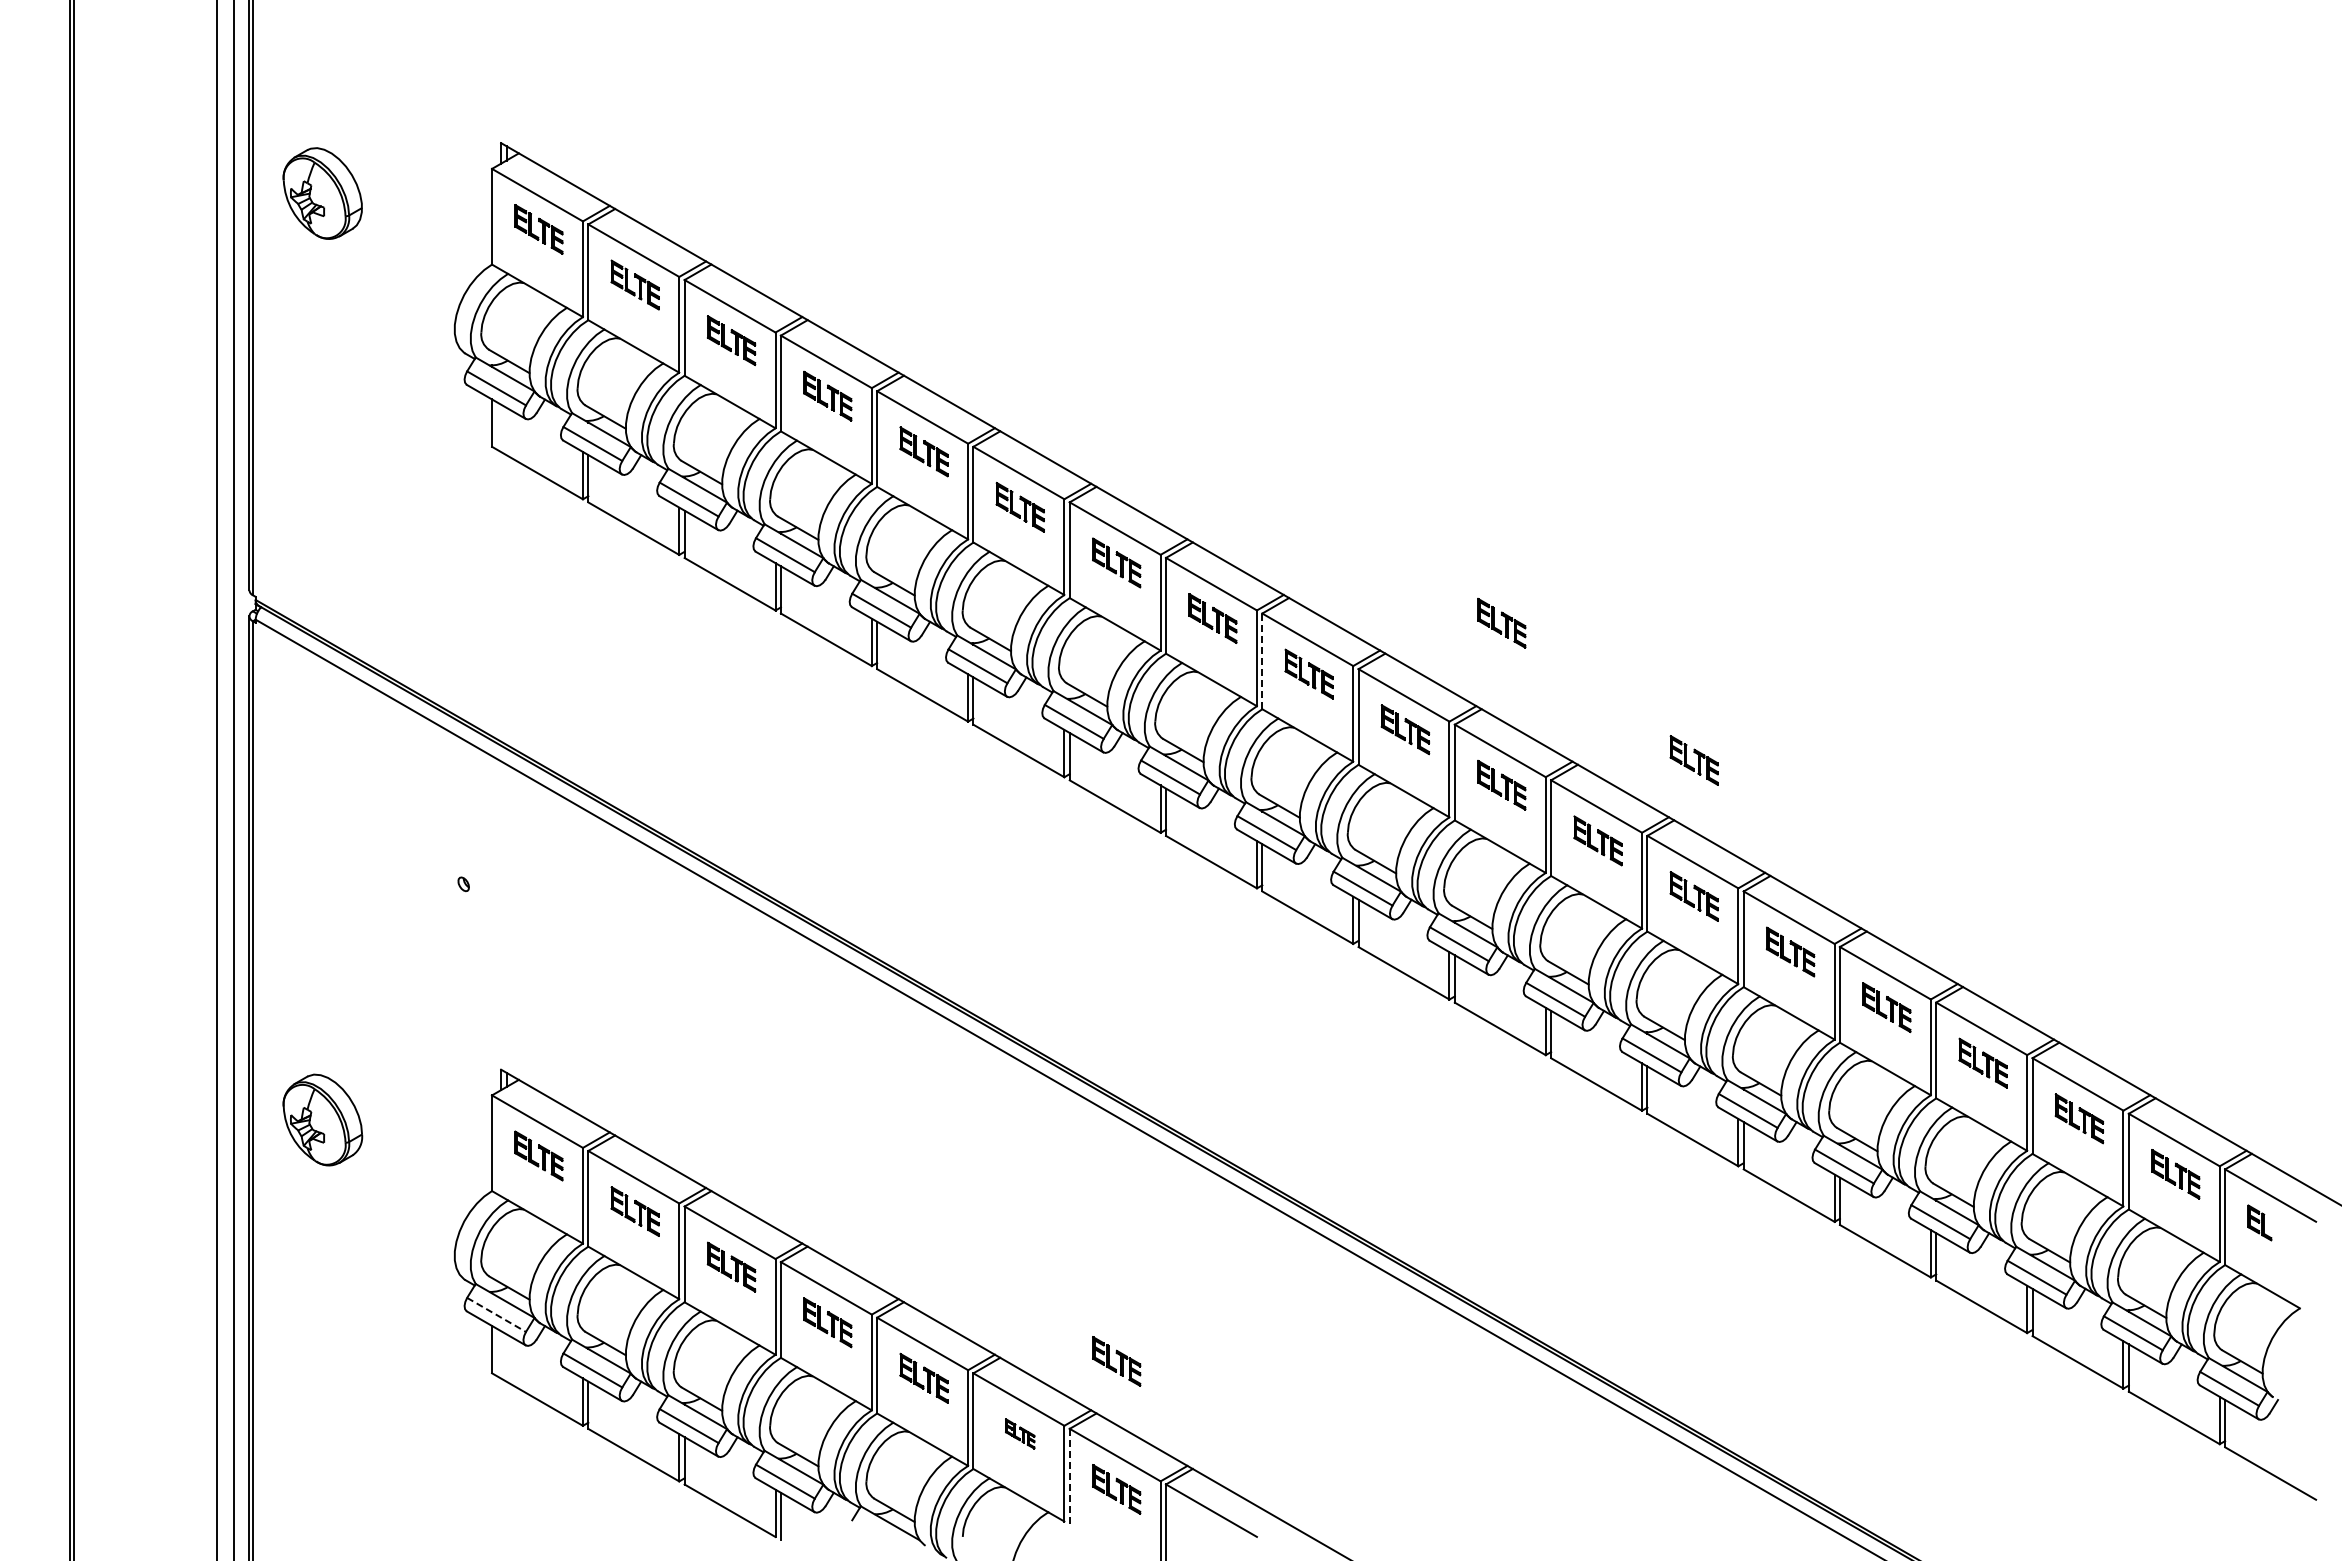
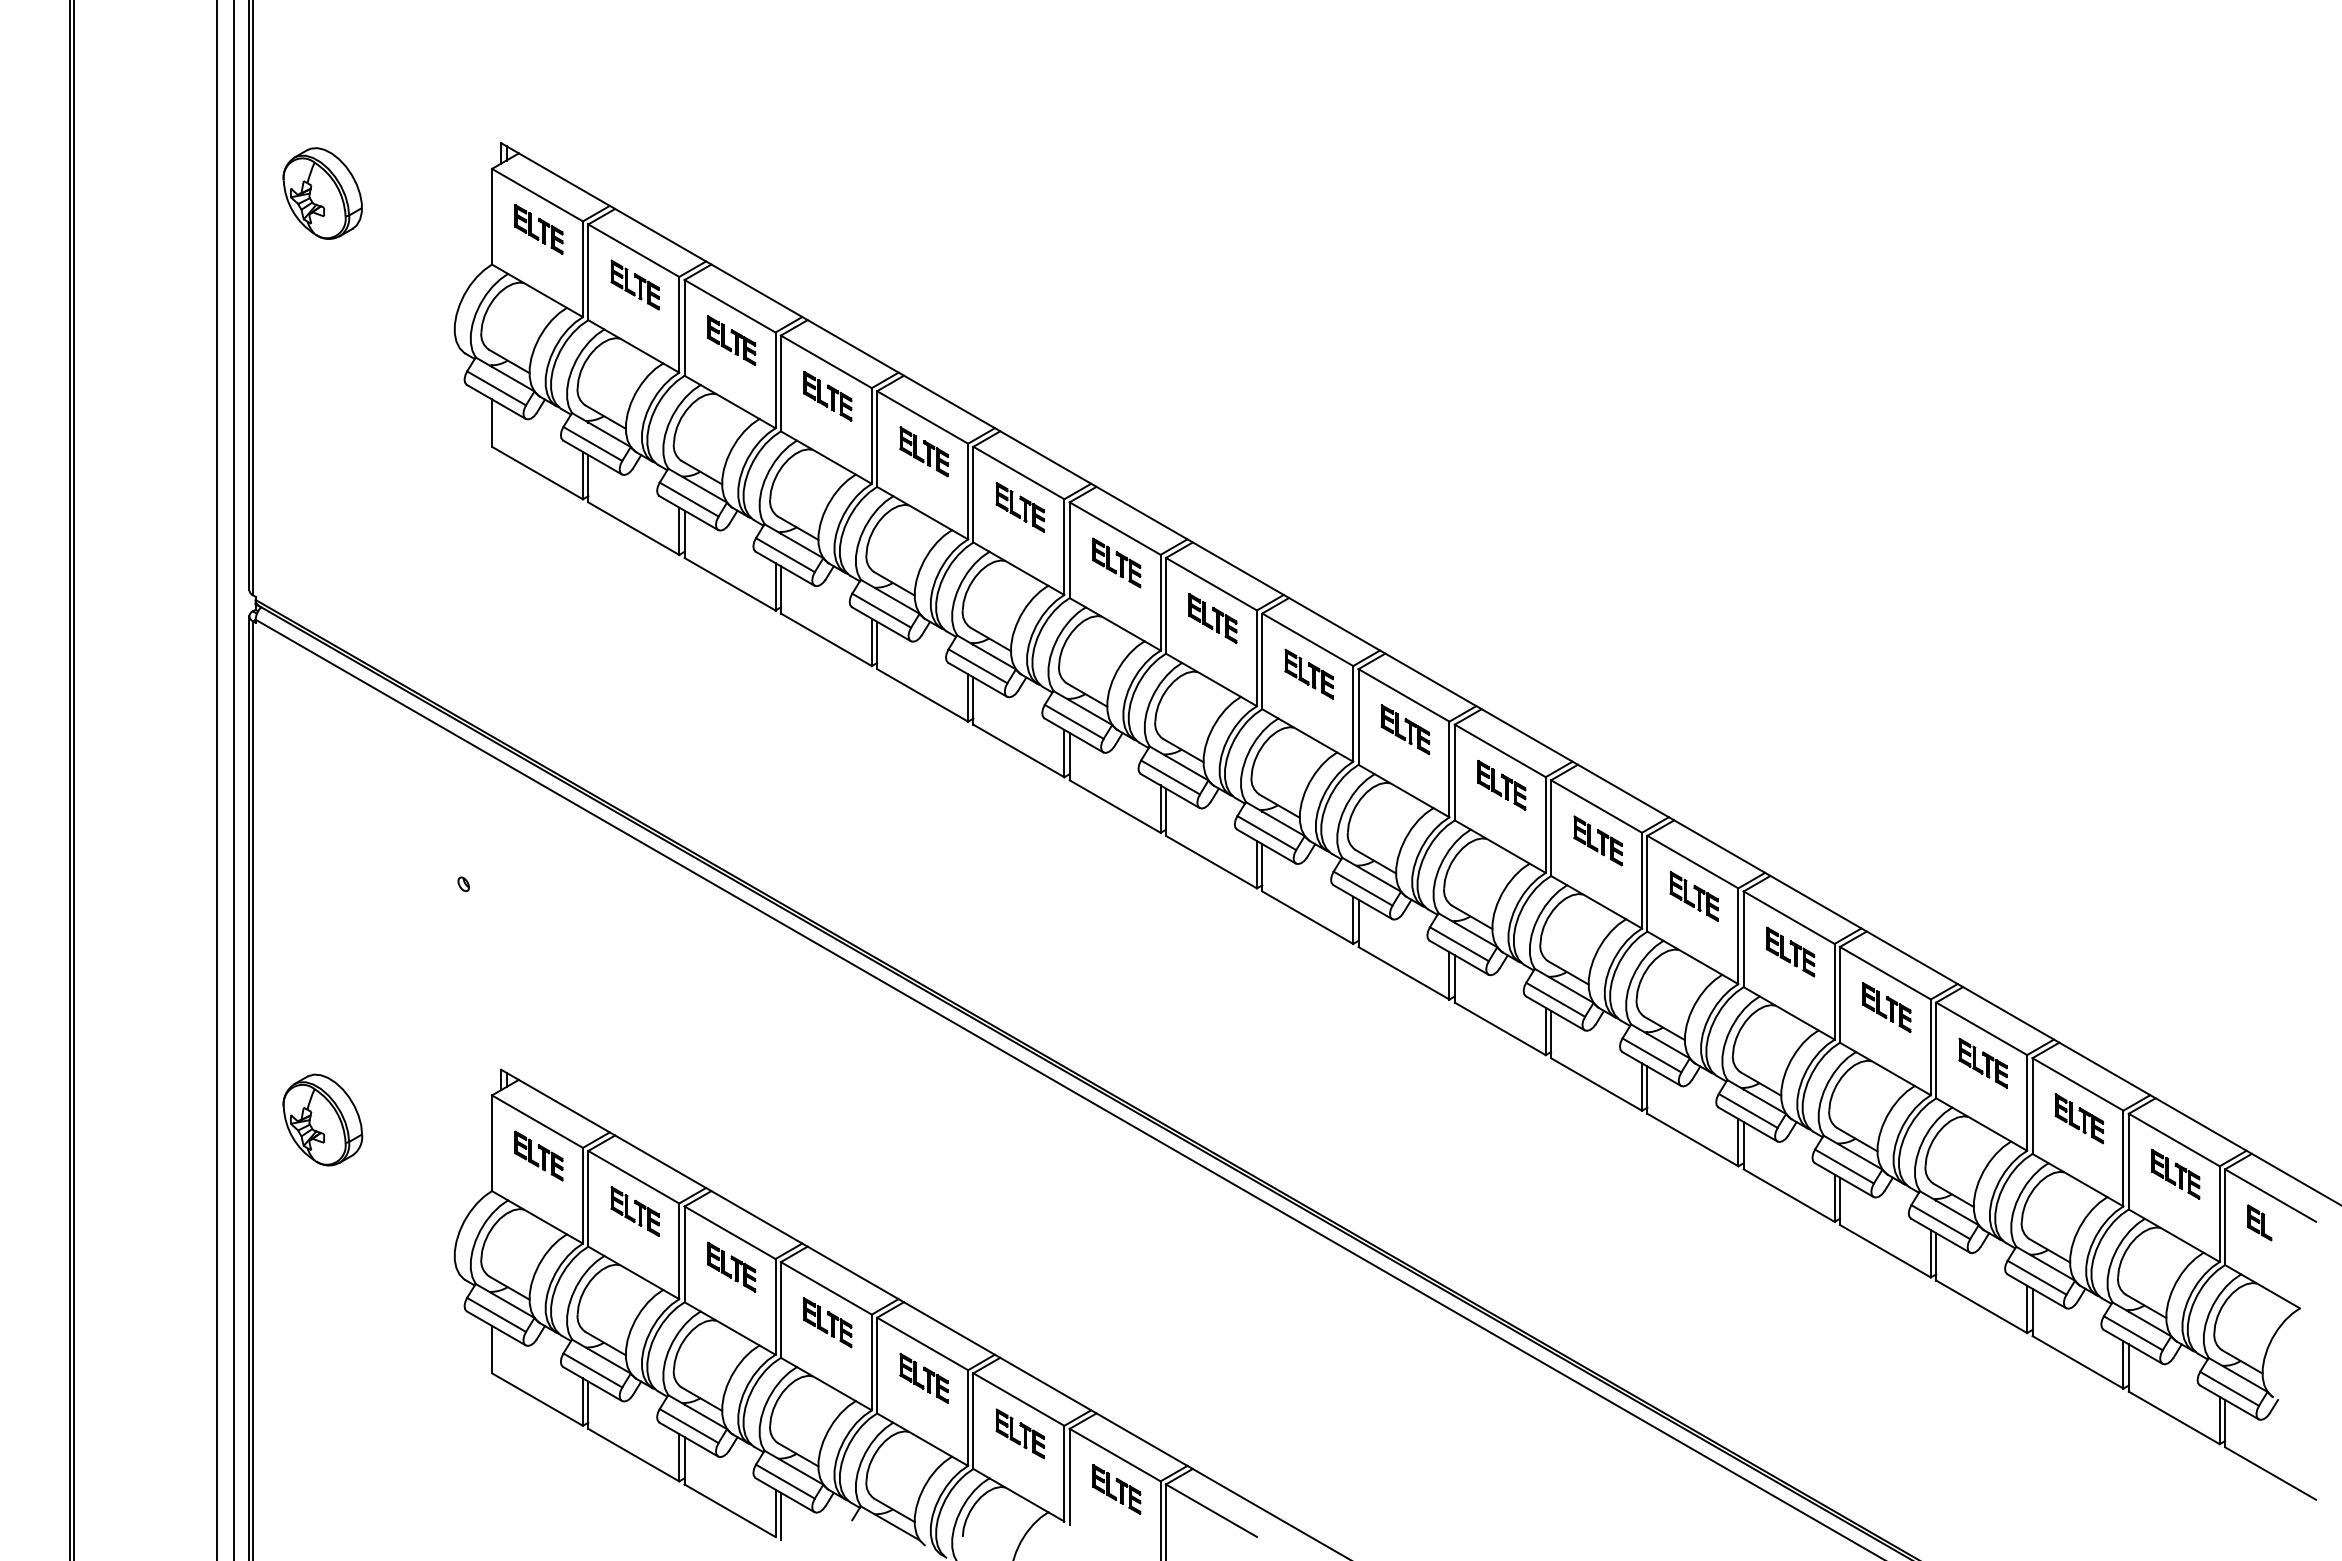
part at (1501, 623): present -> none
line at (1262, 661): dashed -> solid
part at (1693, 760): present -> none
line at (496, 1314): dashed -> solid
part at (1116, 1361): present -> none
part at (1020, 1433) size: 31x32 px -> 50x52 px
line at (1069, 1476): dashed -> solid
